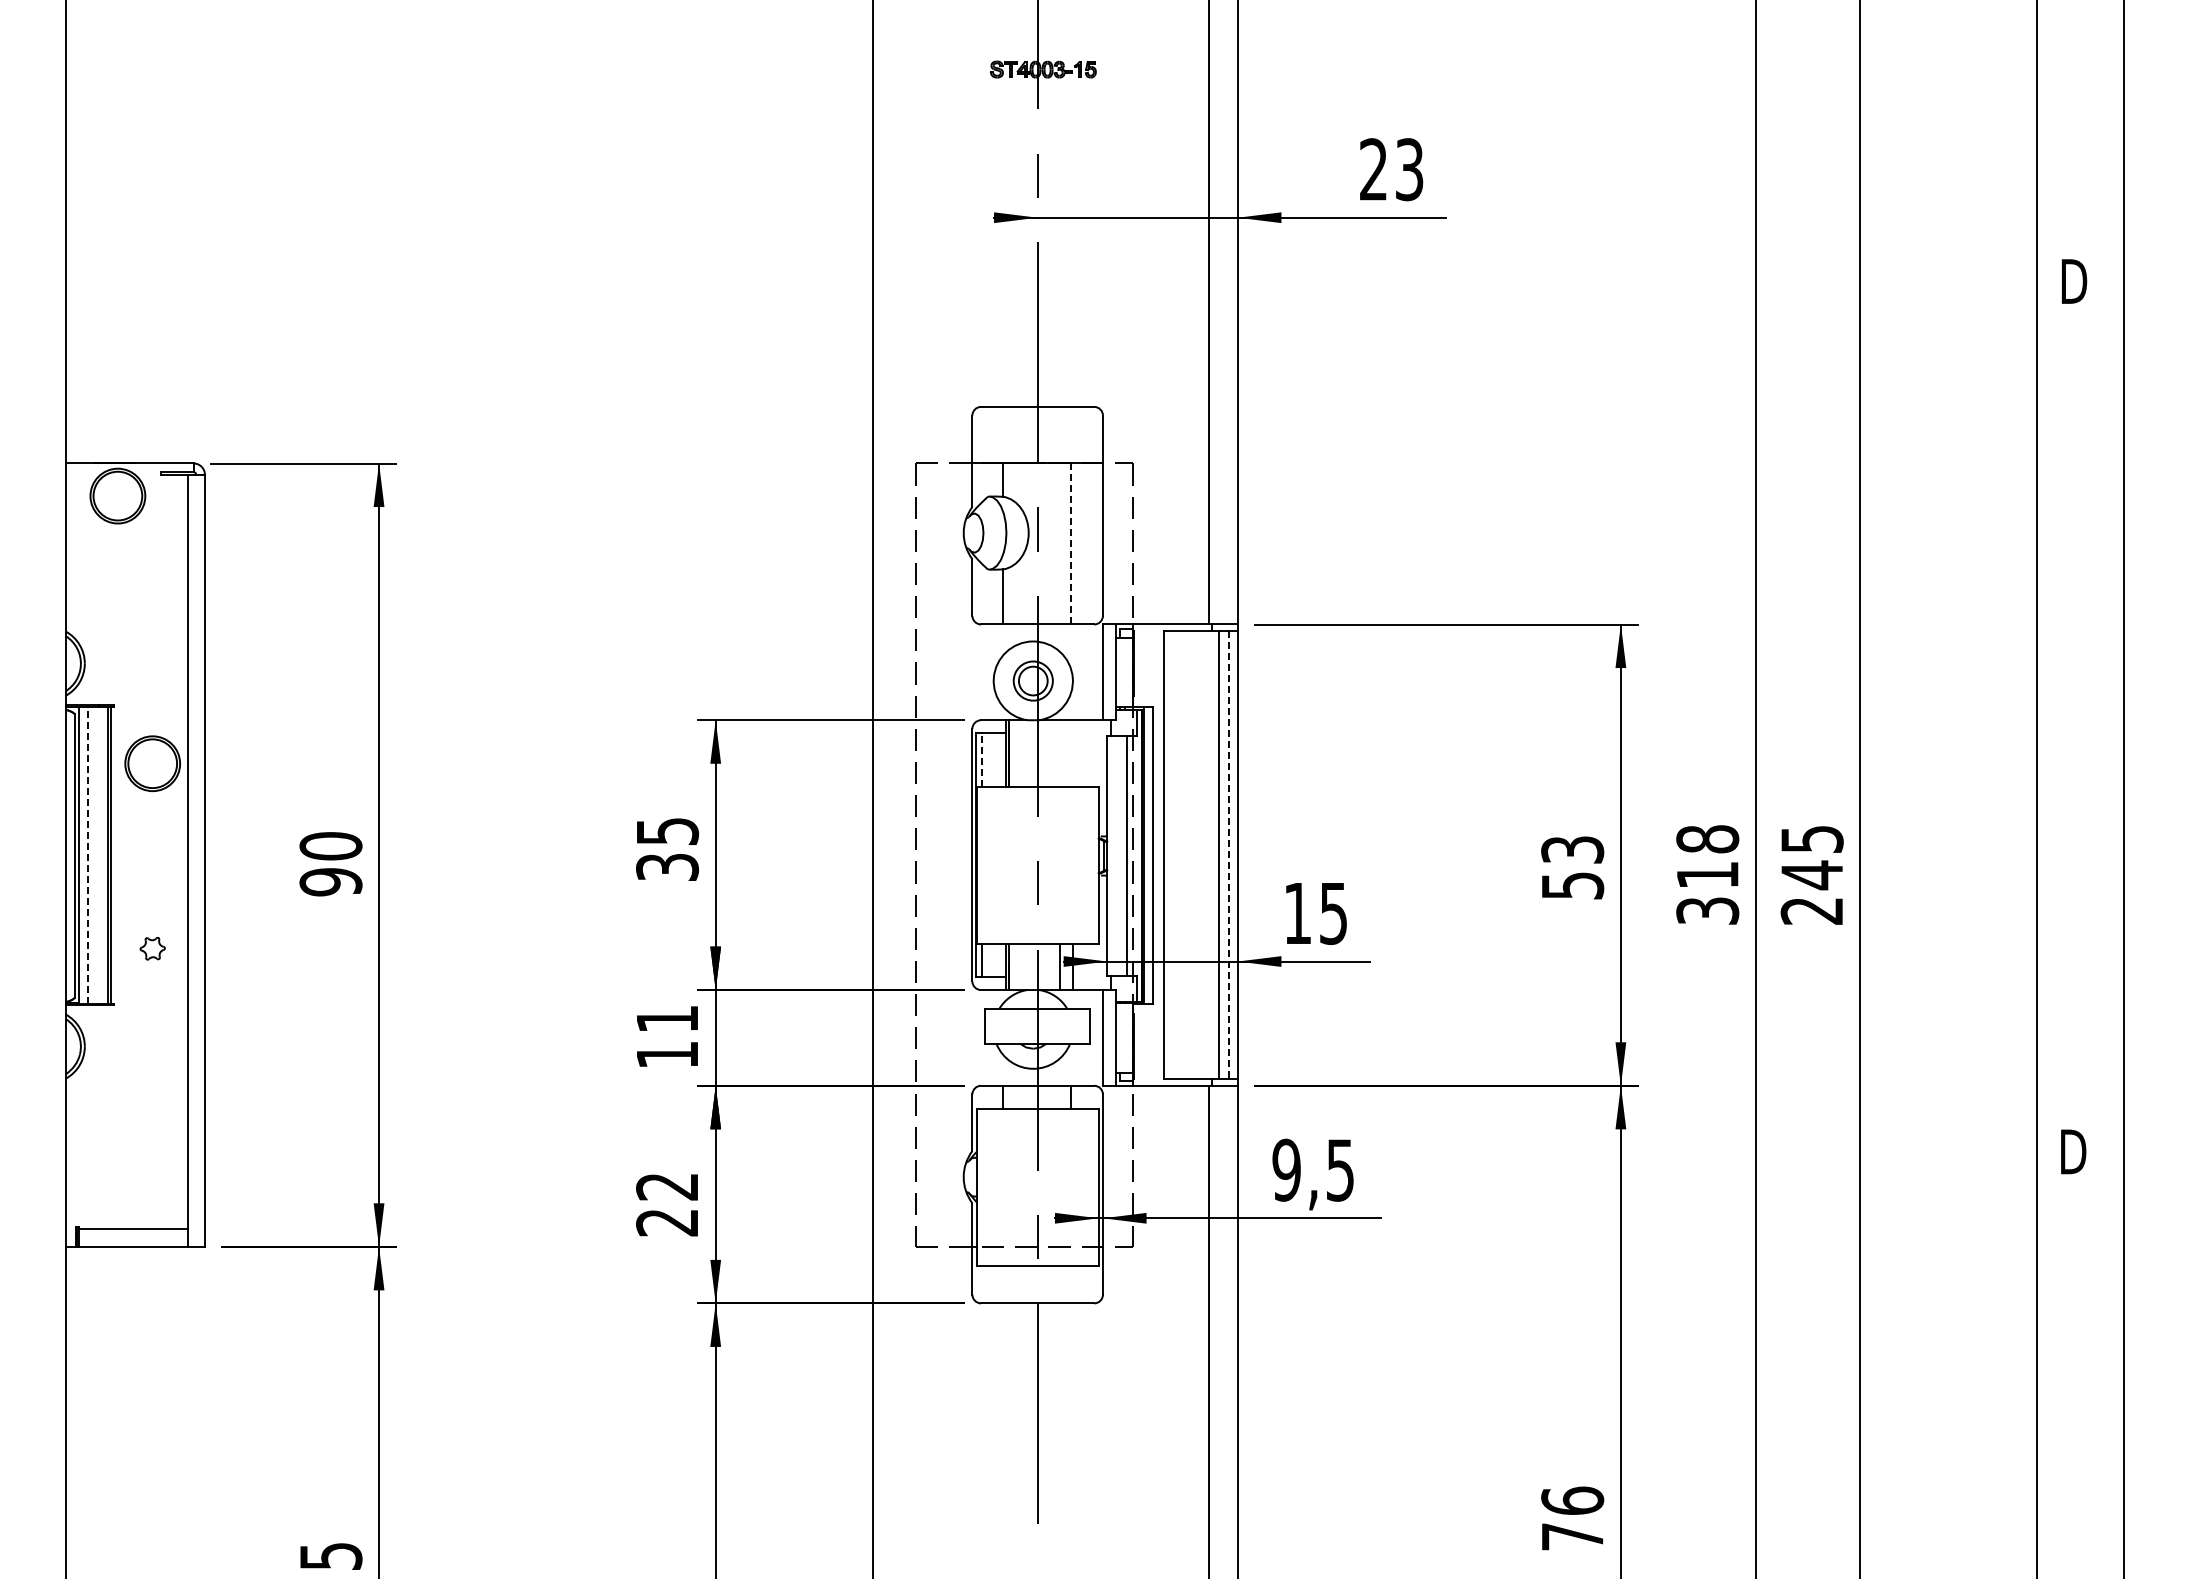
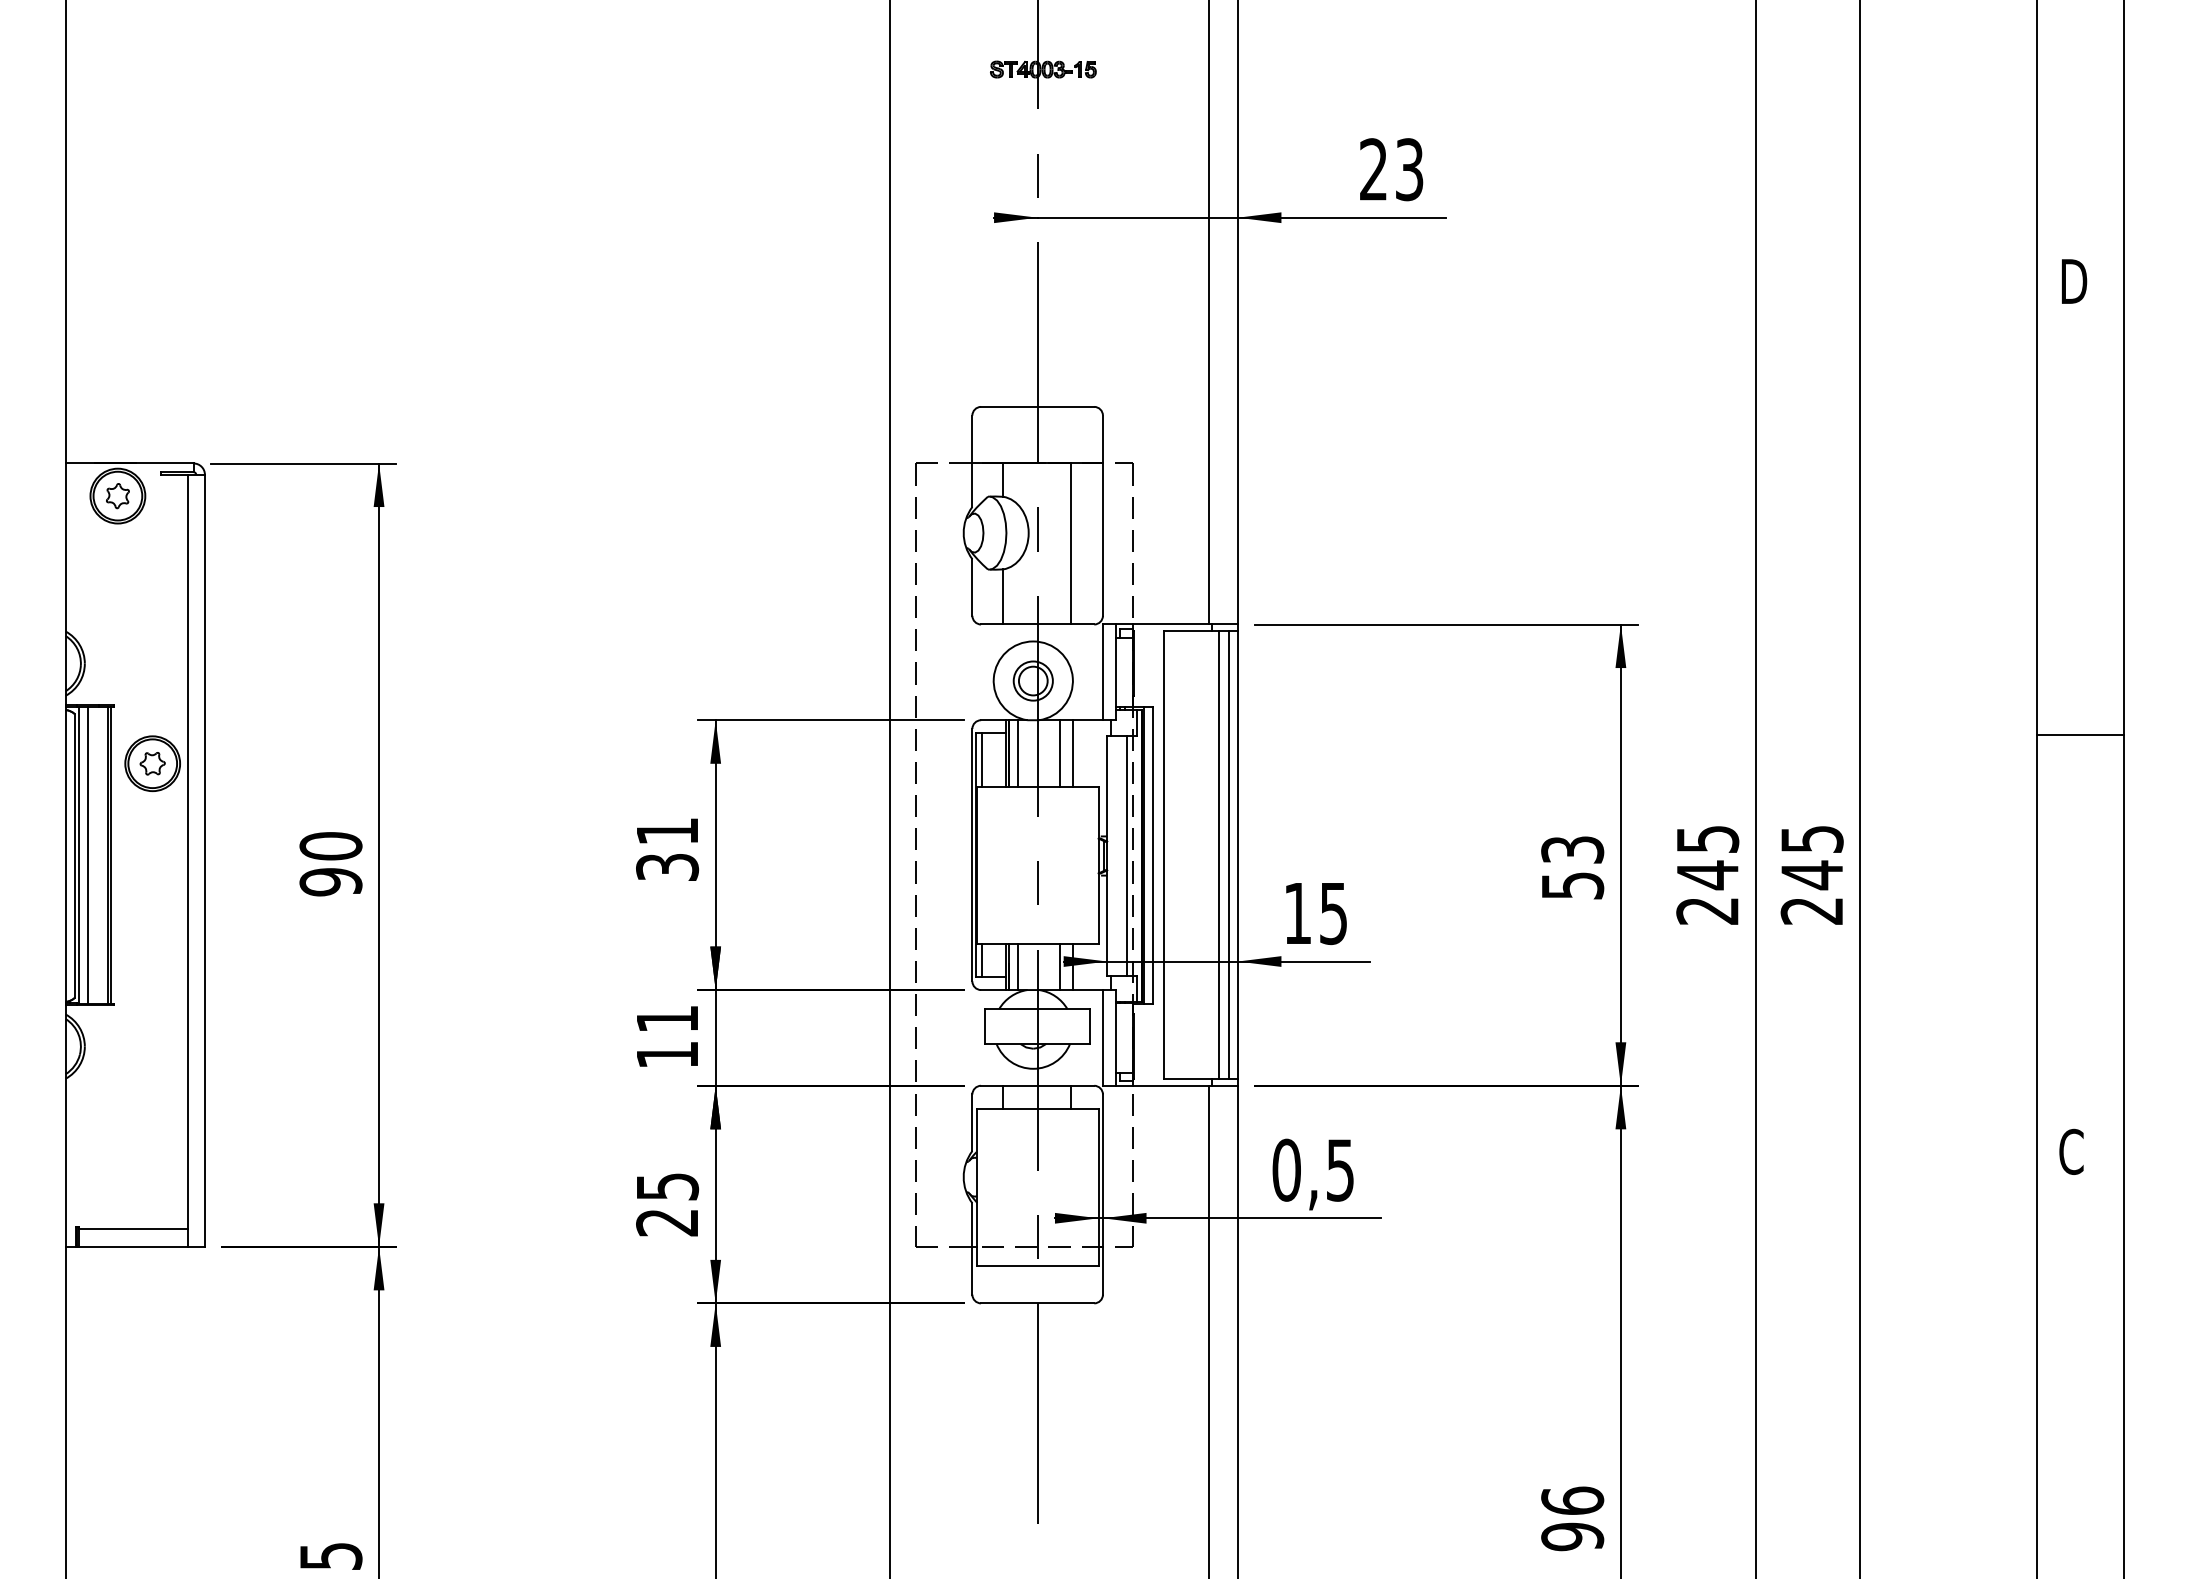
part at (117, 496): none -> present
line at (1071, 543): dashed -> solid
line at (2080, 734): none -> present
line at (1017, 753): none -> present
line at (1059, 753): none -> present
line at (1072, 753): none -> present
line at (982, 760): dashed -> solid
line at (872, 788) position: (872, 788) -> (889, 788)
text at (668, 831): 35 -> 31
line at (87, 854): dashed -> solid
line at (1229, 855): dashed -> solid
text at (1707, 874): 318 -> 245
part at (152, 948) position: (152, 948) -> (152, 763)
line at (1017, 966): none -> present
text at (2072, 1151): D -> C
text at (1286, 1169): 9,5 -> 0,5
text at (667, 1186): 22 -> 25
text at (1572, 1536): 76 -> 96
